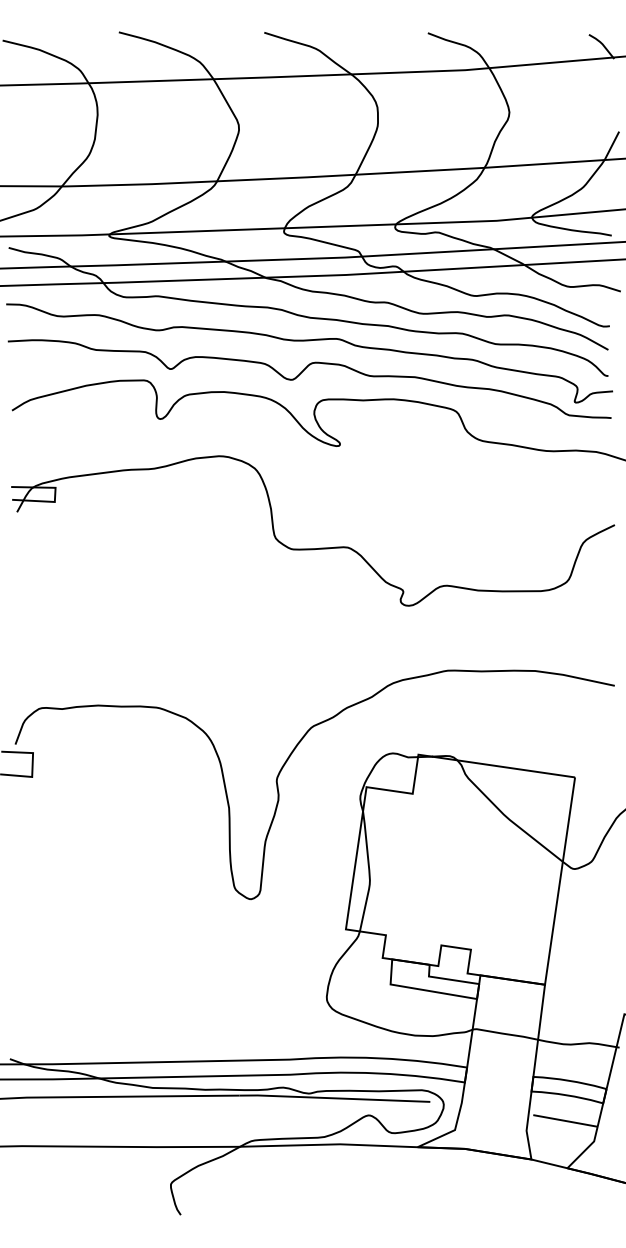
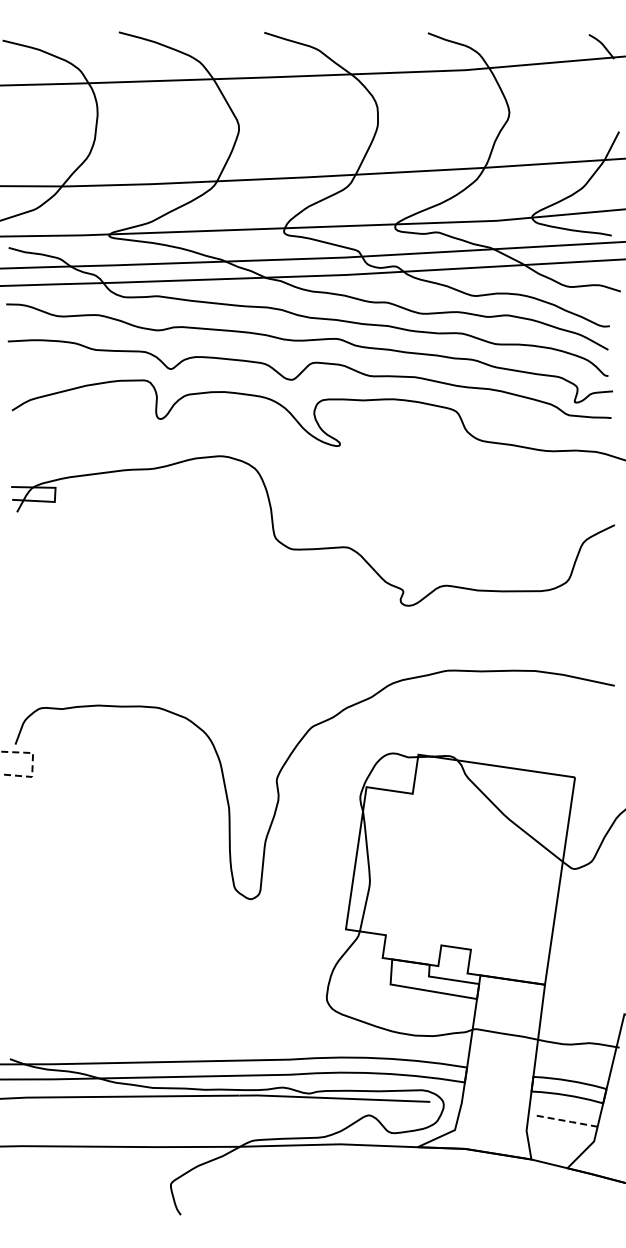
line at (32, 766): solid -> dashed
line at (565, 1120): solid -> dashed
